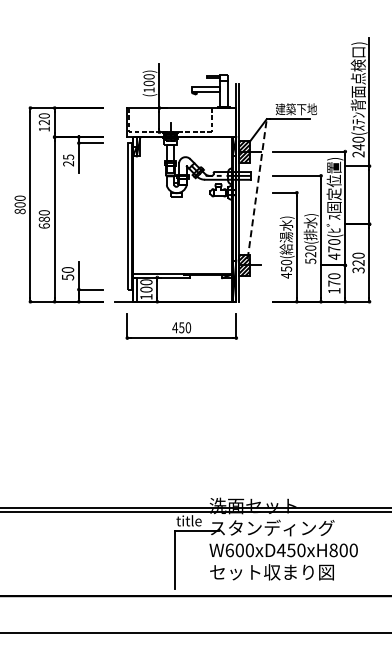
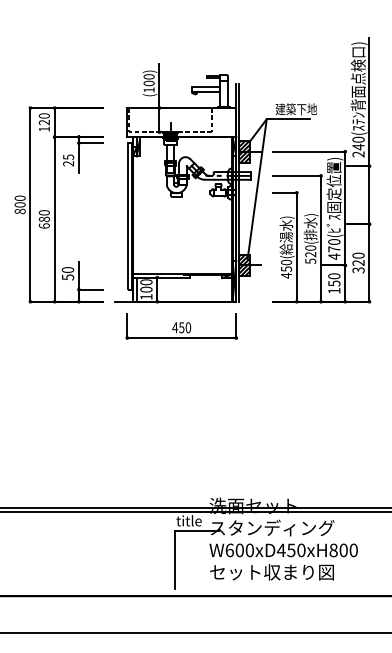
line at (257, 189): dashed -> solid
text at (334, 283): 170 -> 150
